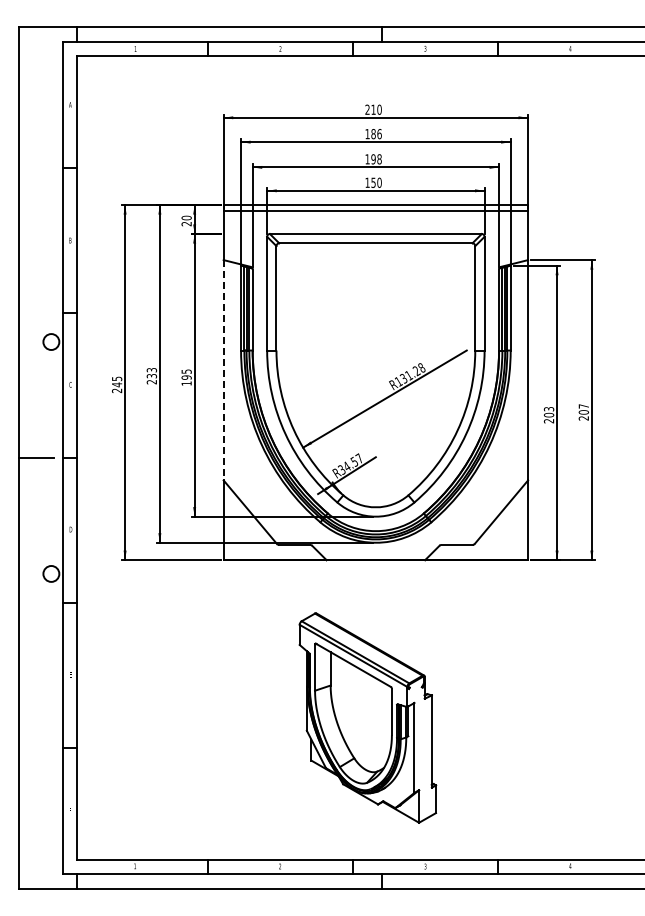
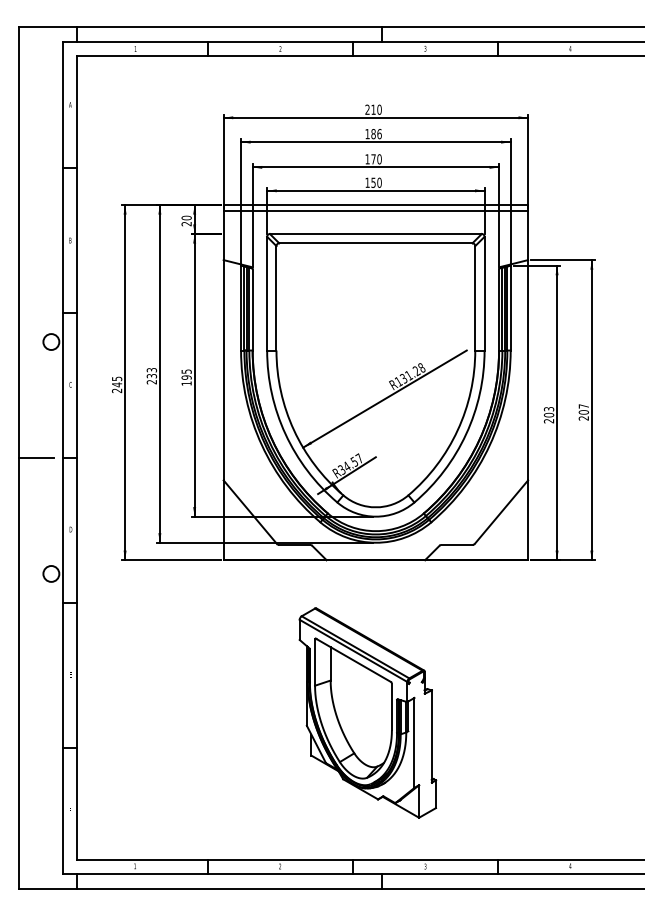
text at (376, 159): 198 -> 170
line at (223, 370): dashed -> solid
part at (367, 717) position: (367, 717) -> (367, 712)
